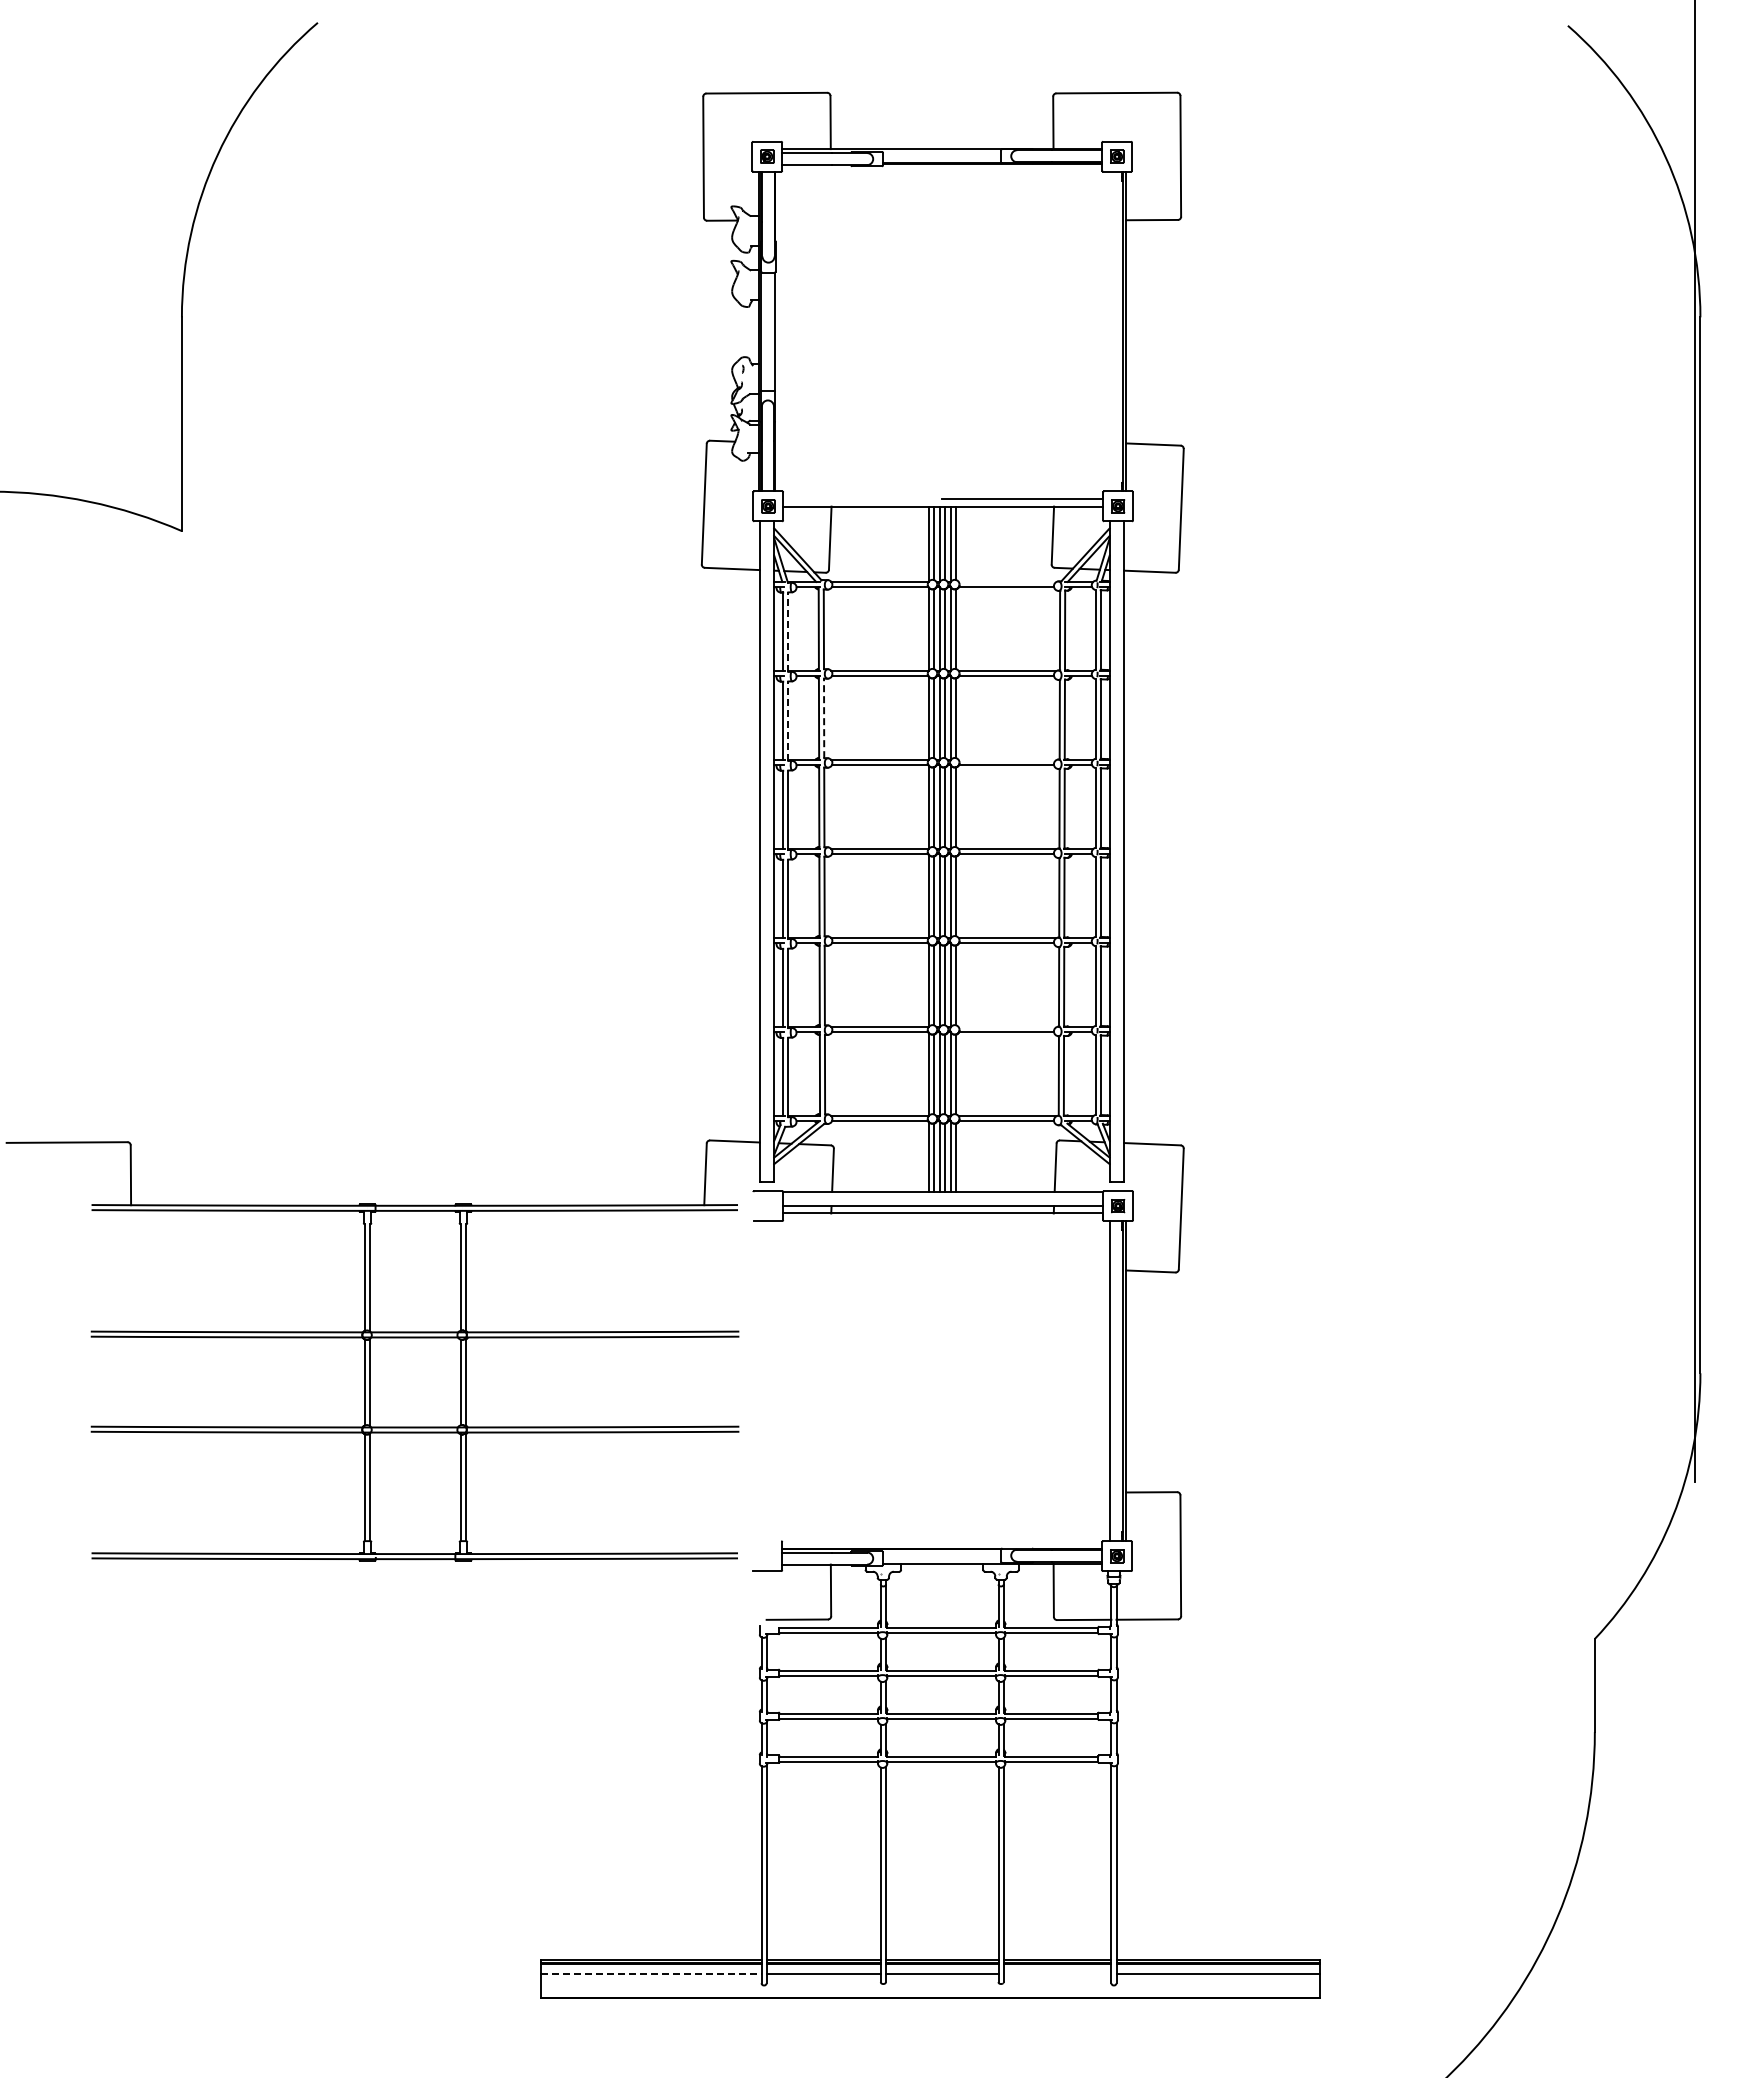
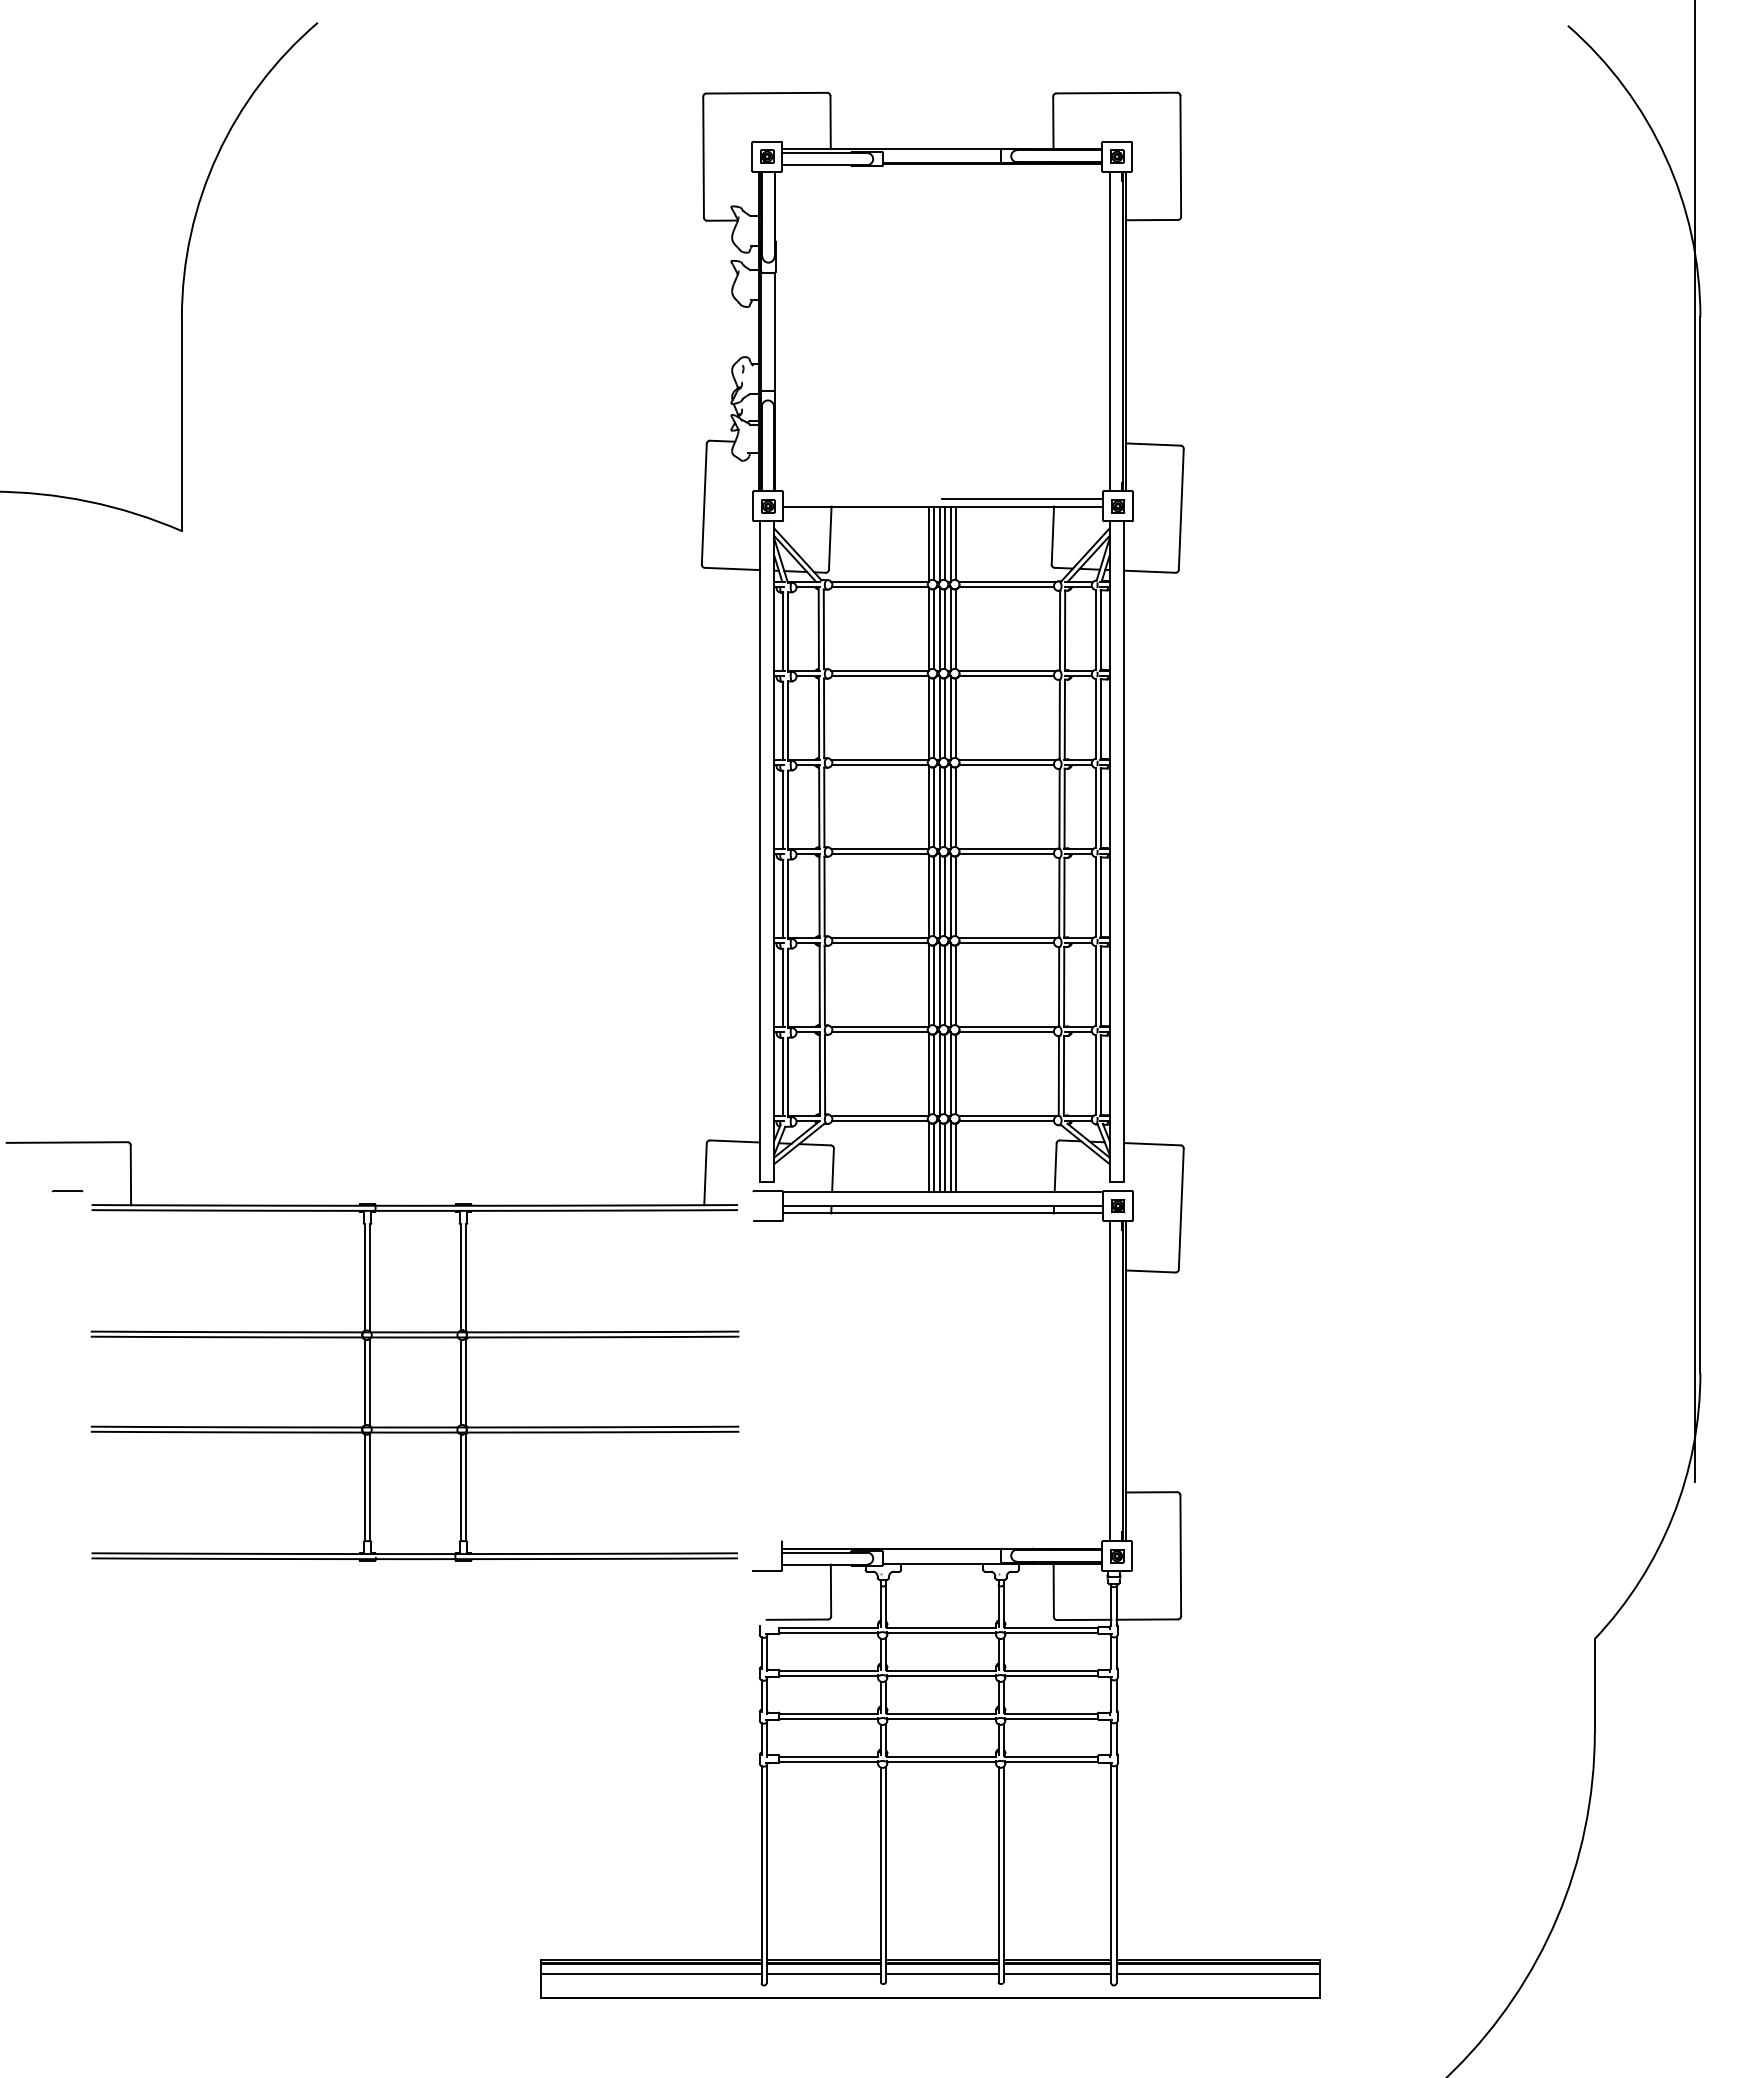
line at (1110, 331): none -> present
line at (1007, 581): none -> present
line at (788, 632): dashed -> solid
line at (824, 718): dashed -> solid
line at (788, 721): dashed -> solid
line at (1007, 760): none -> present
line at (1007, 1027): none -> present
line at (67, 1191): none -> present
line at (651, 1974): dashed -> solid
line at (1057, 1974): none -> present
